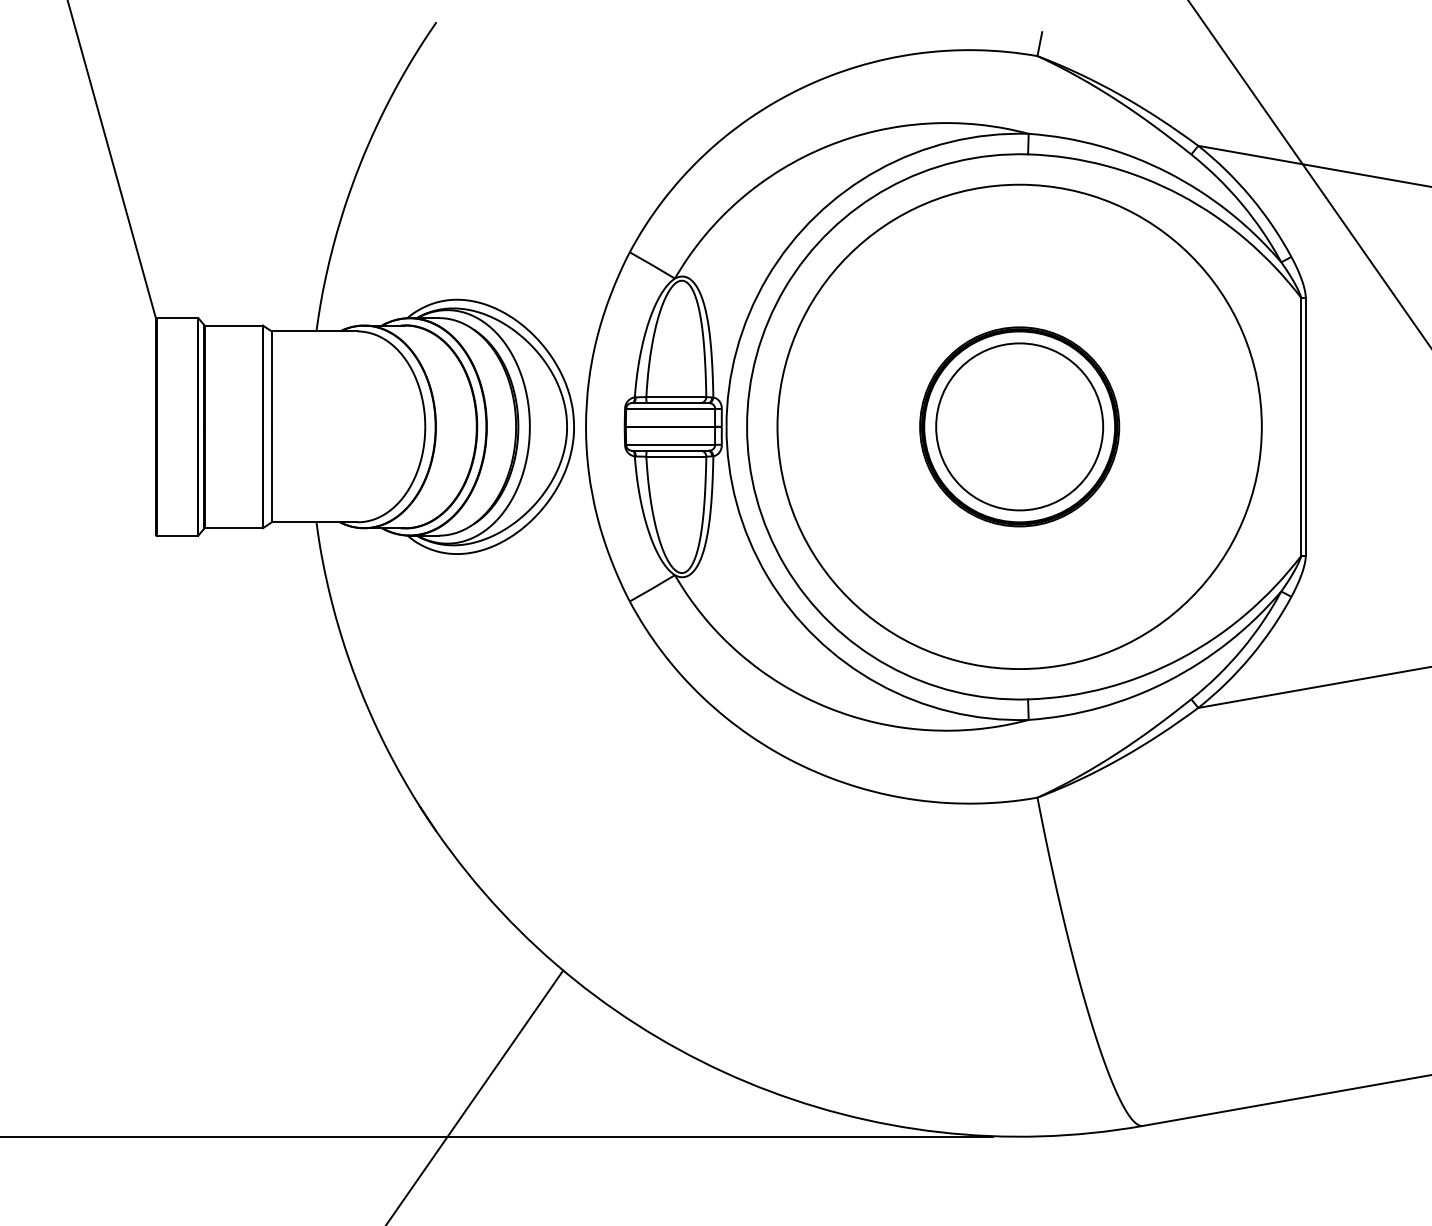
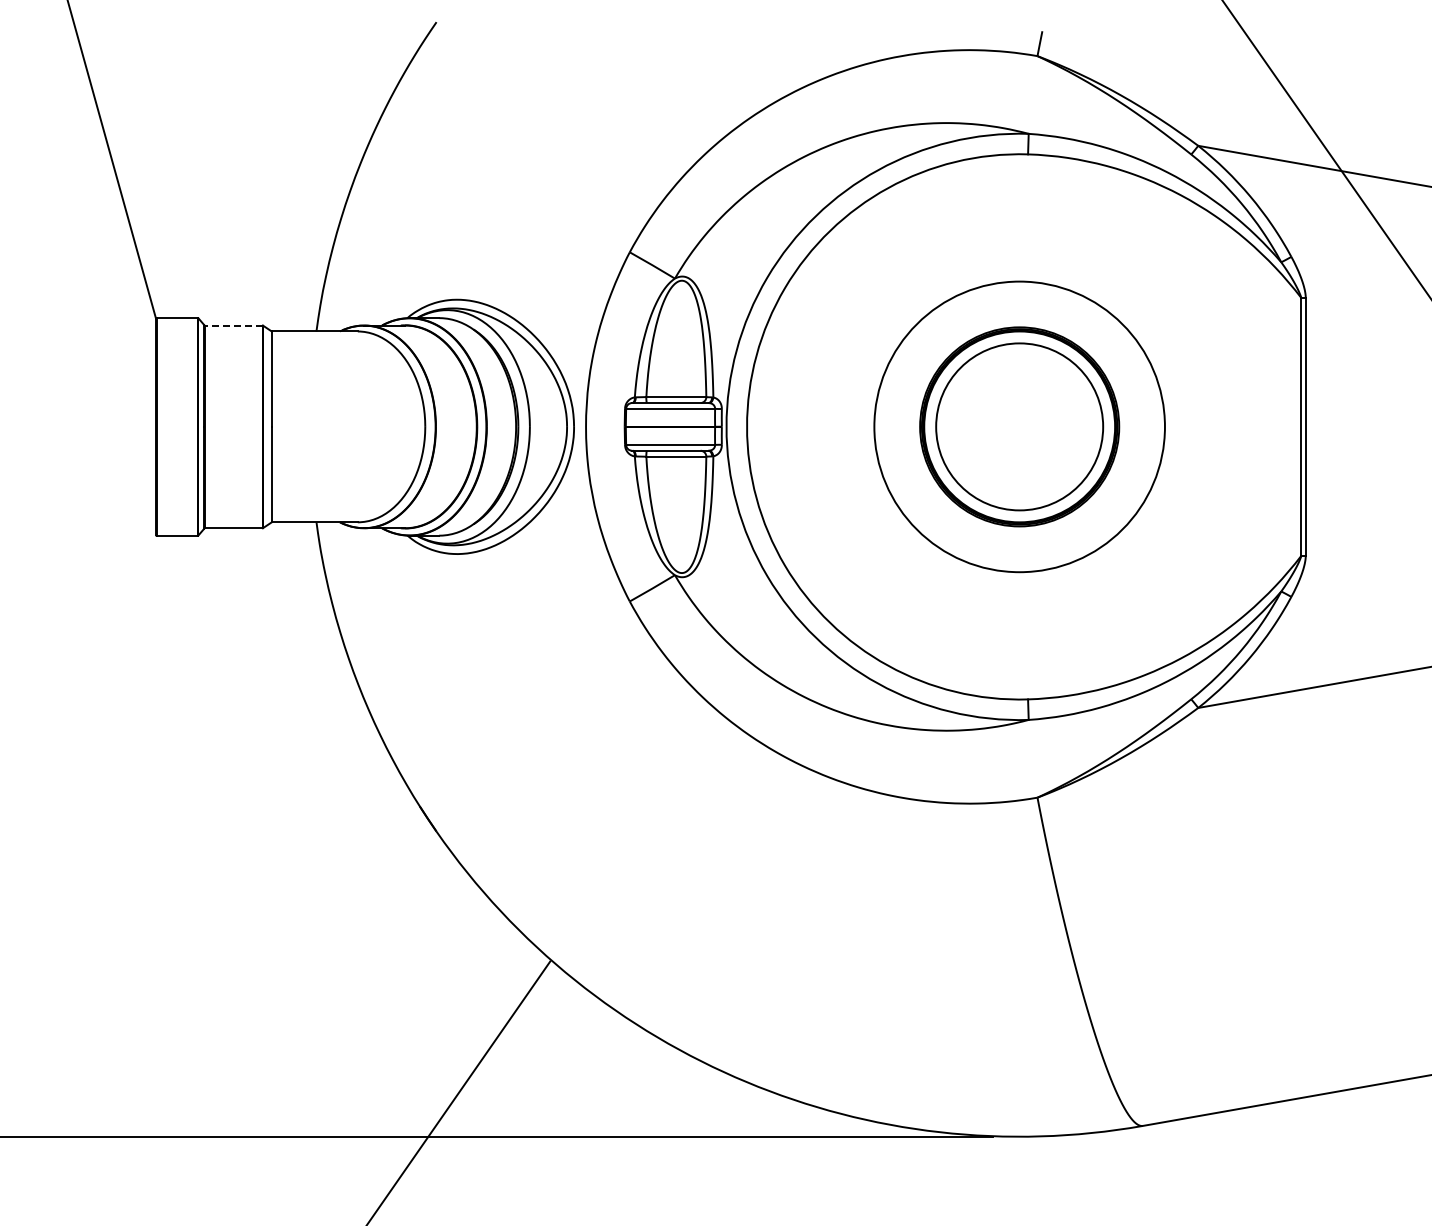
line at (1308, 173) position: (1308, 173) -> (1326, 148)
line at (233, 325): solid -> dashed
circle at (1019, 426) diameter: 484 px -> 291 px
line at (475, 1096) position: (475, 1096) -> (459, 1091)
